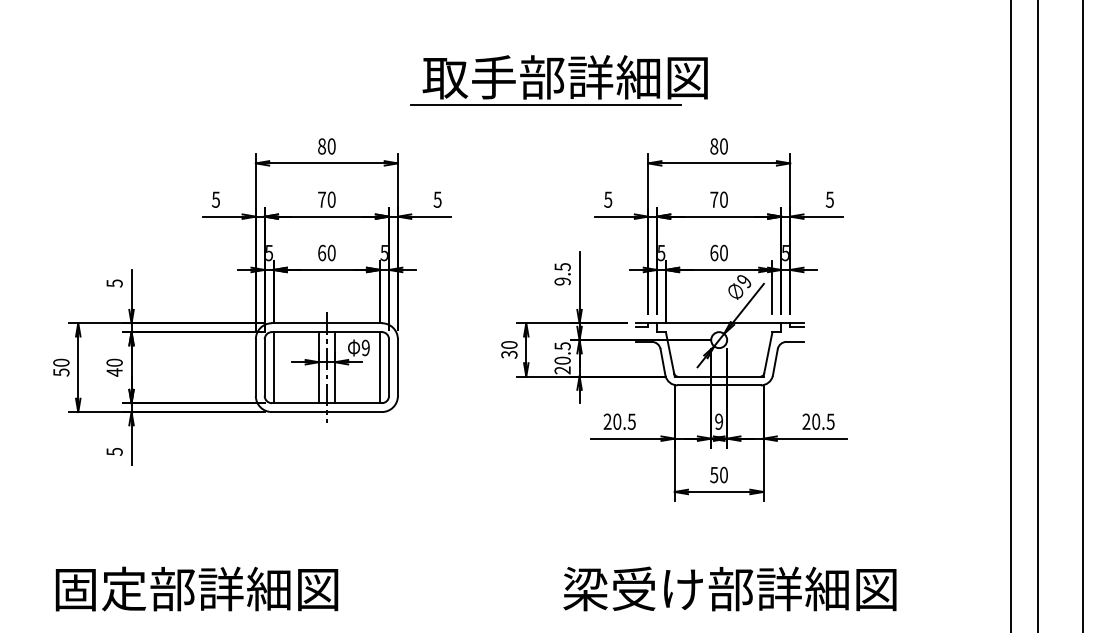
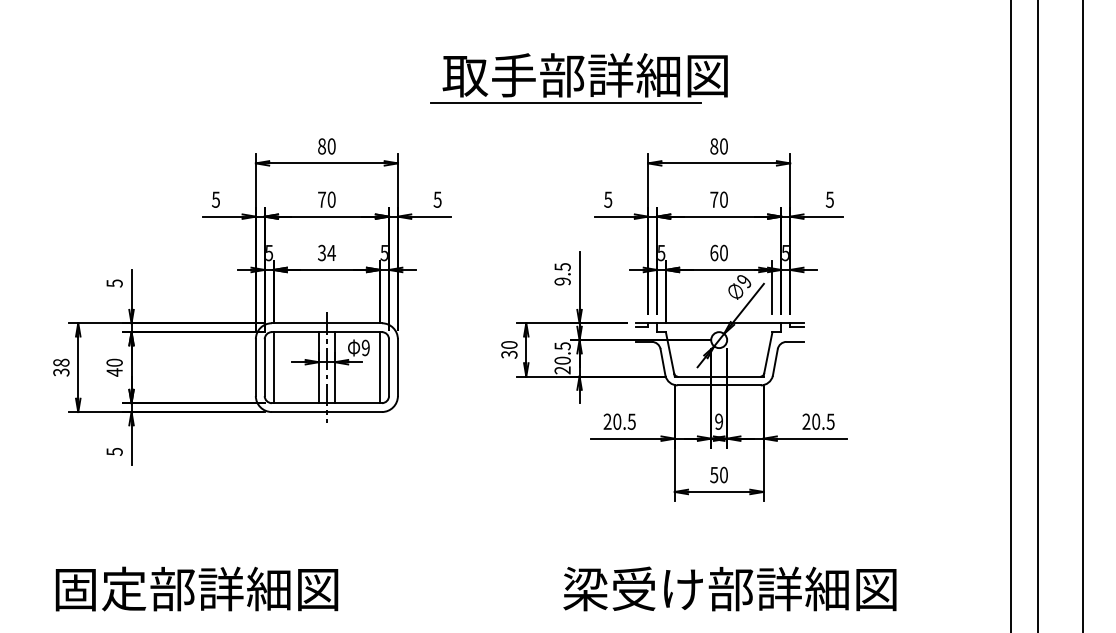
part at (558, 80) position: (558, 80) -> (578, 78)
text at (326, 252): 60 -> 34
text at (61, 366): 50 -> 38
